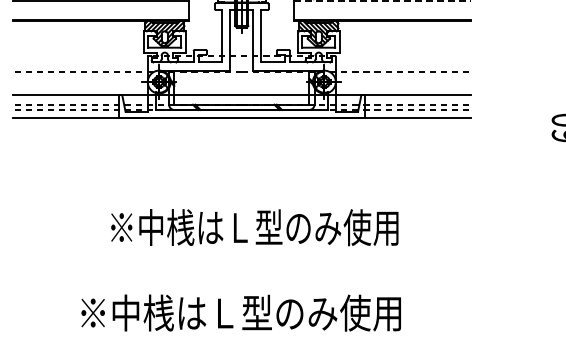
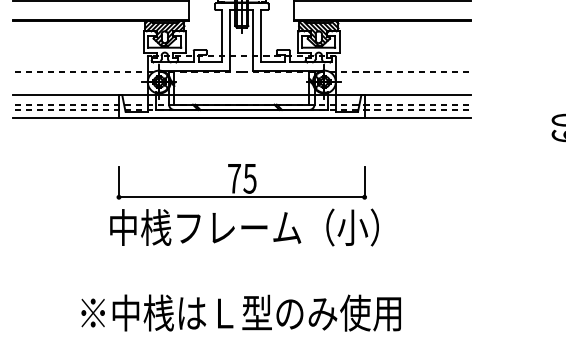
line at (383, 0): dashed -> solid
part at (241, 181): none -> present
text at (254, 227): ※中桟はＬ型のみ使用 -> 中桟フレーム（小）
